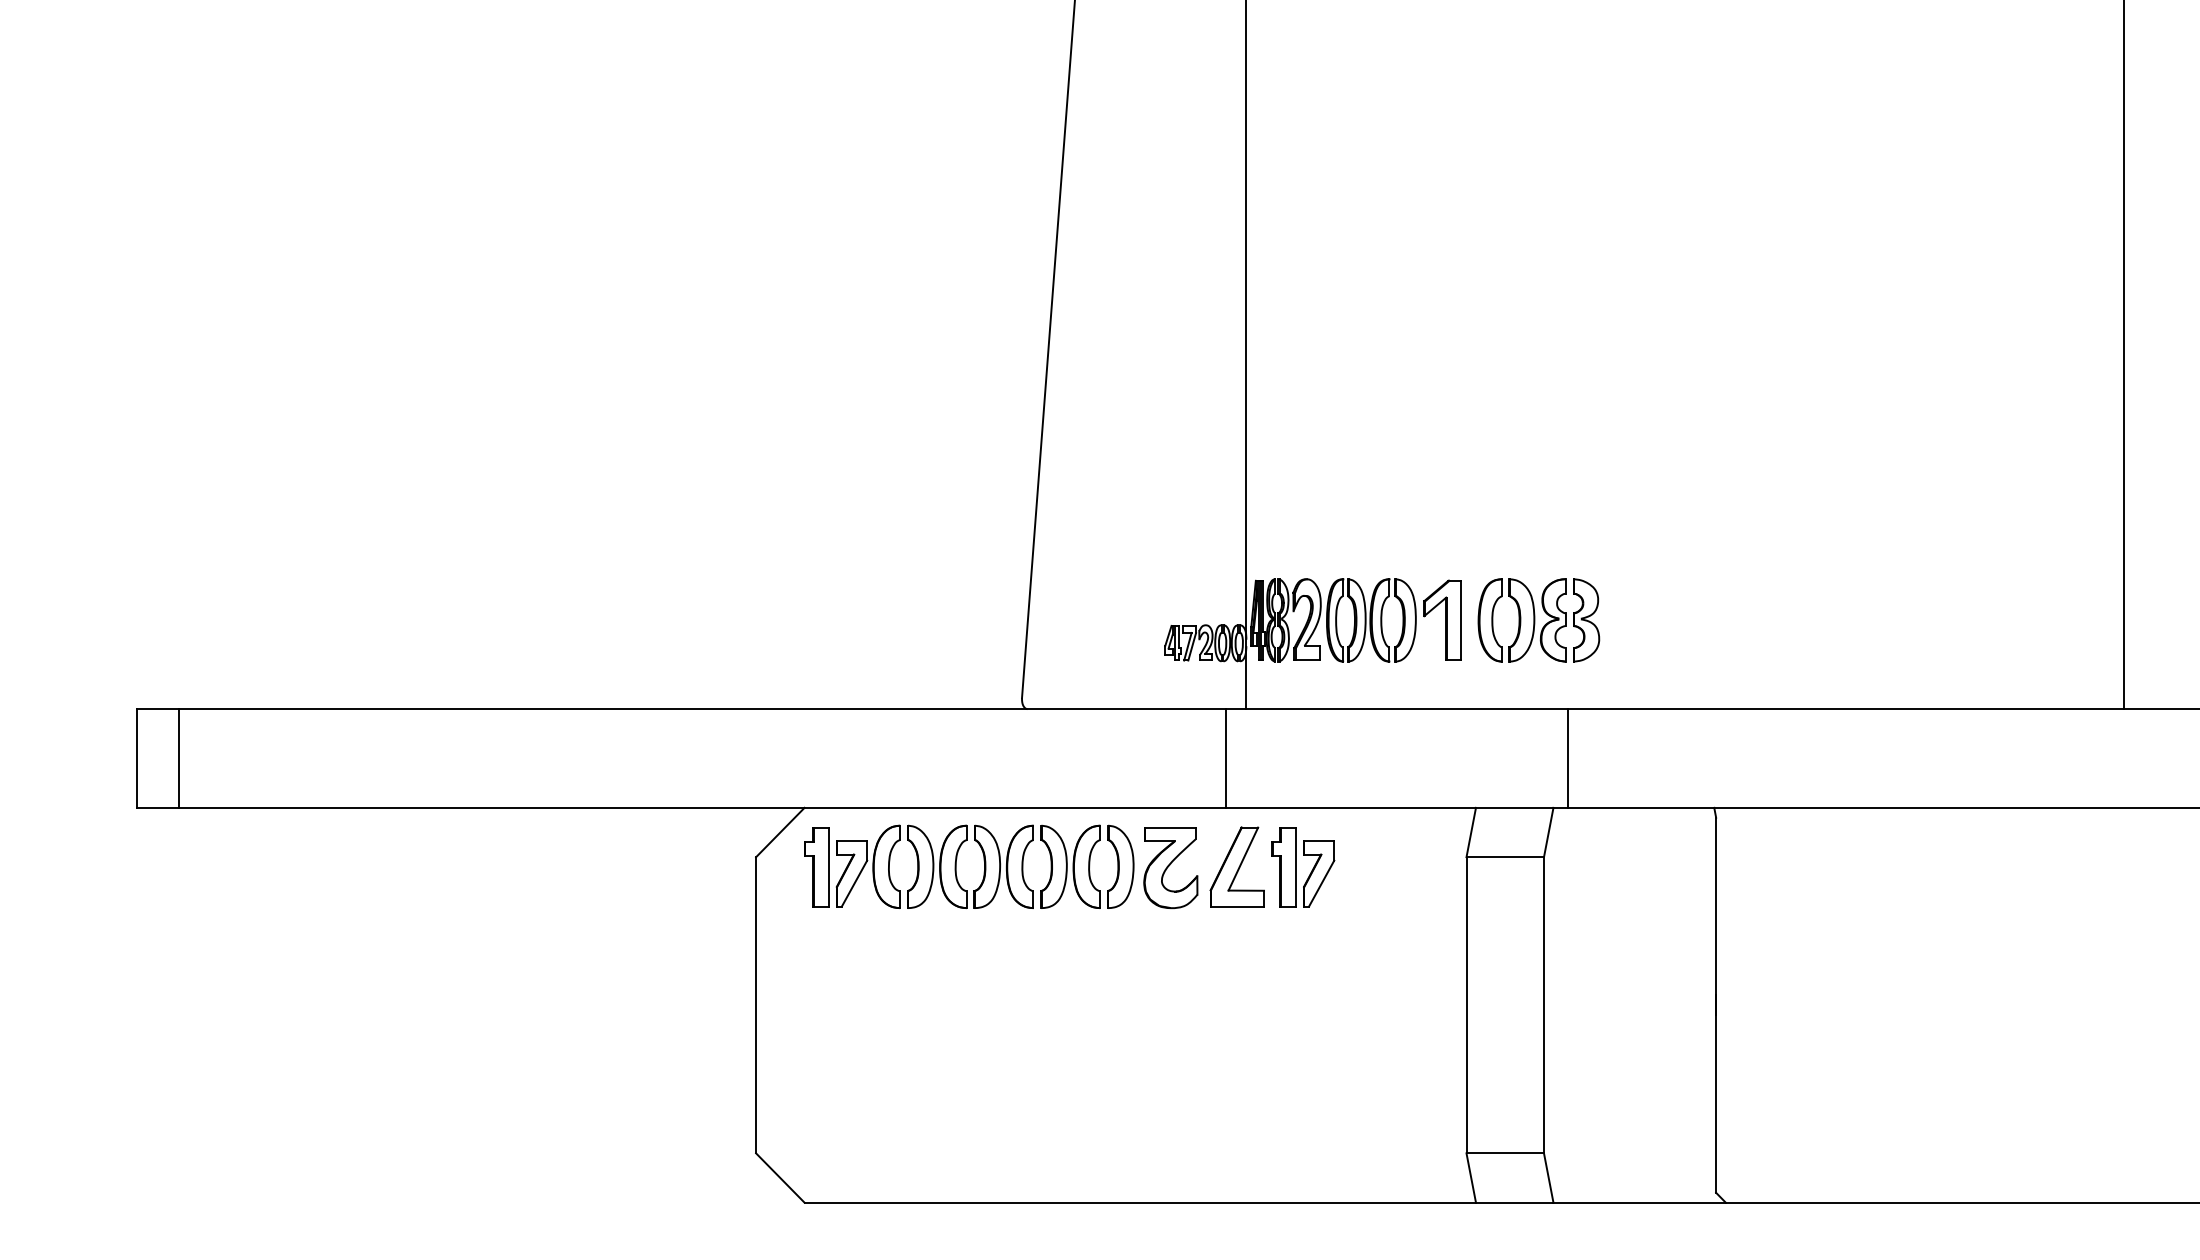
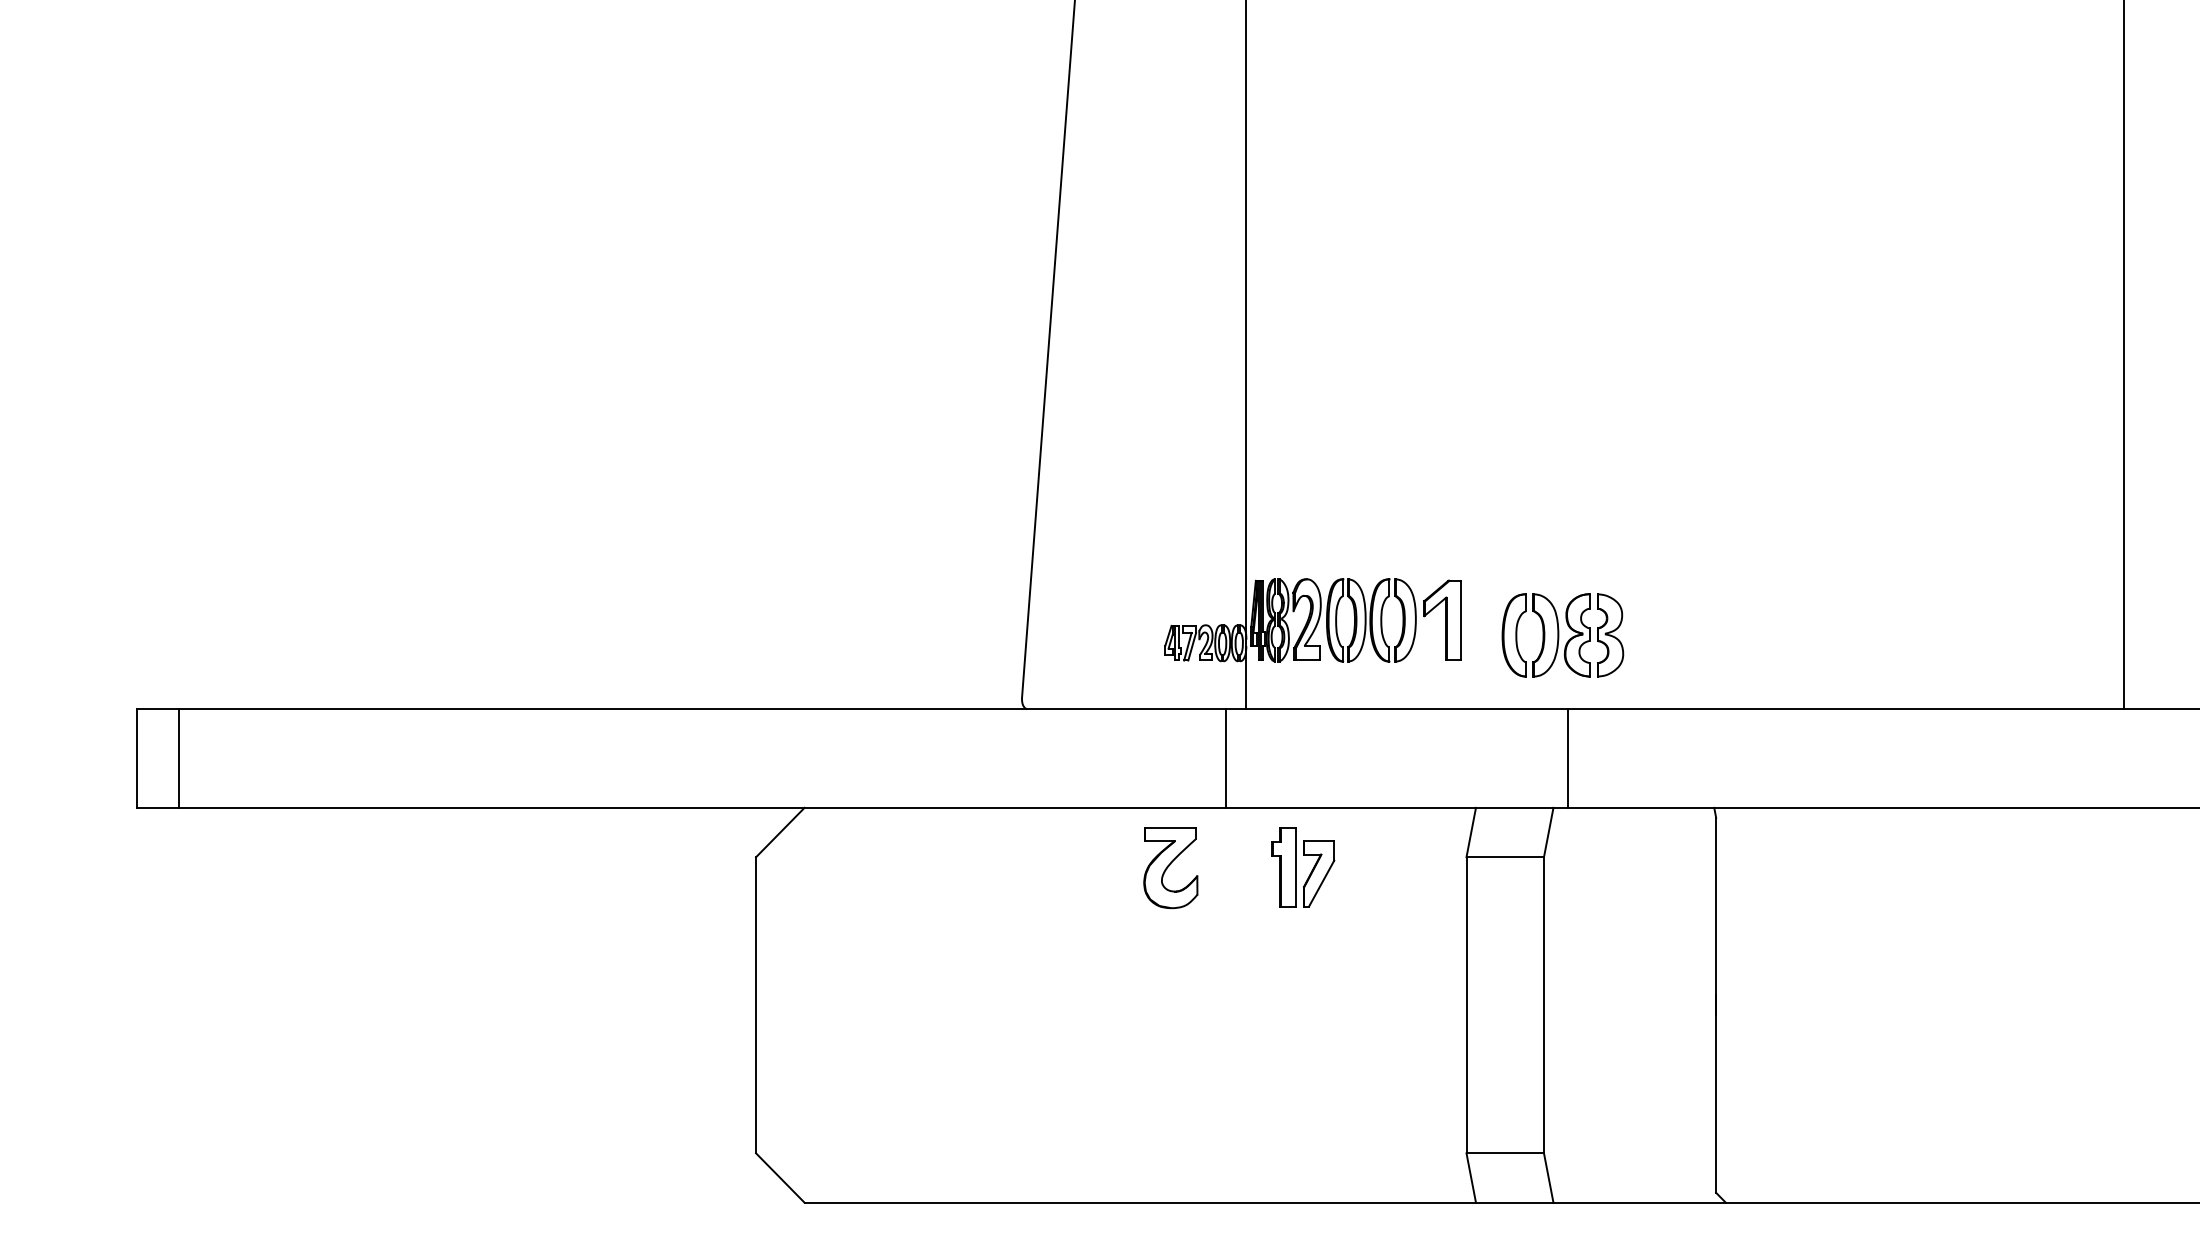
part at (1538, 620) position: (1538, 620) -> (1562, 635)
part at (956, 866): present -> none
part at (1236, 866): present -> none
